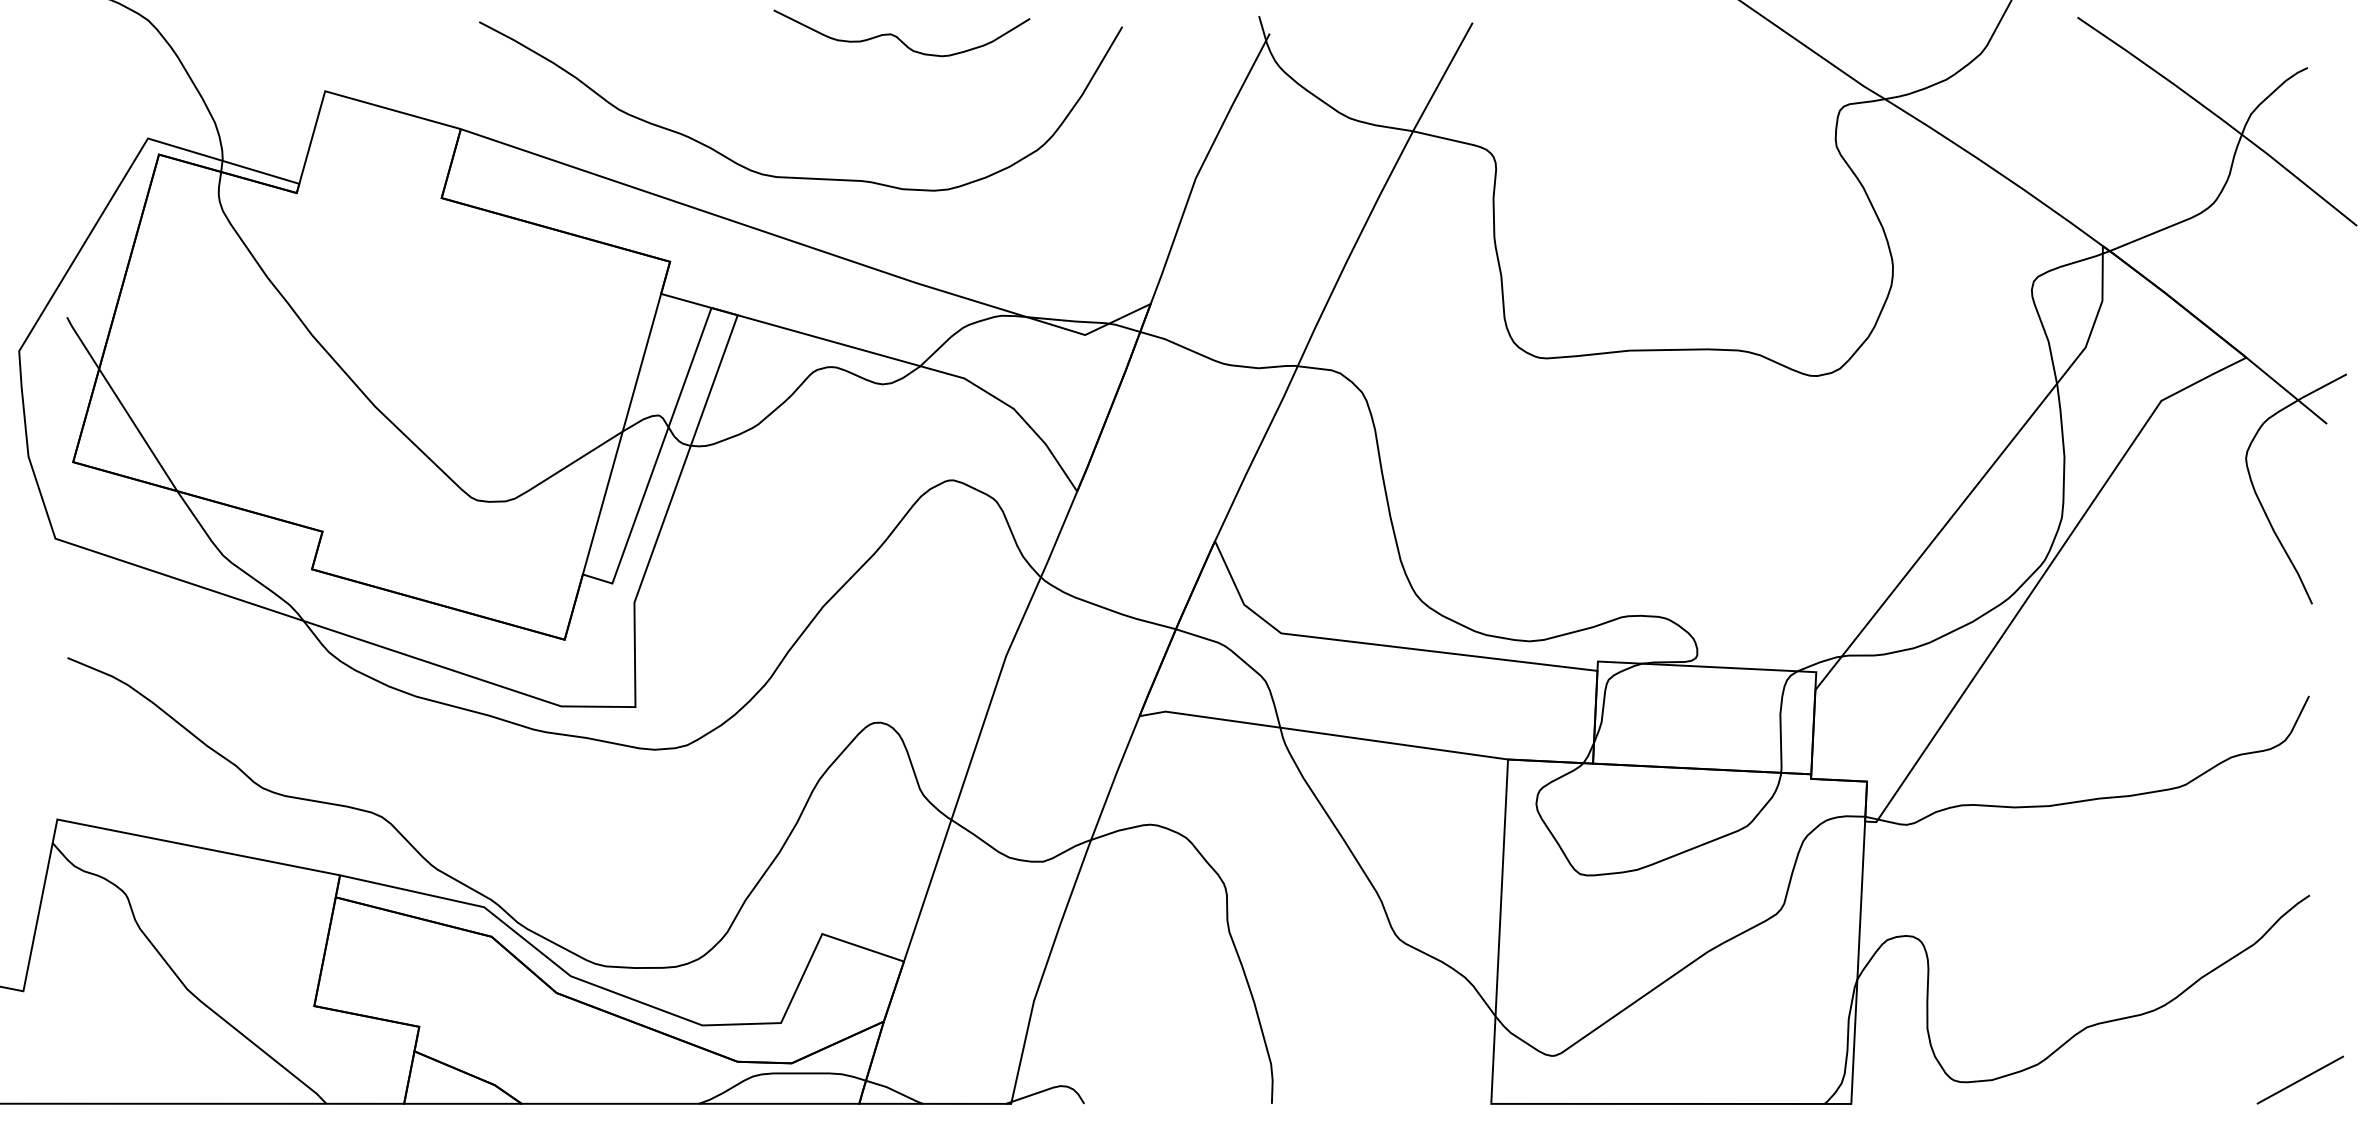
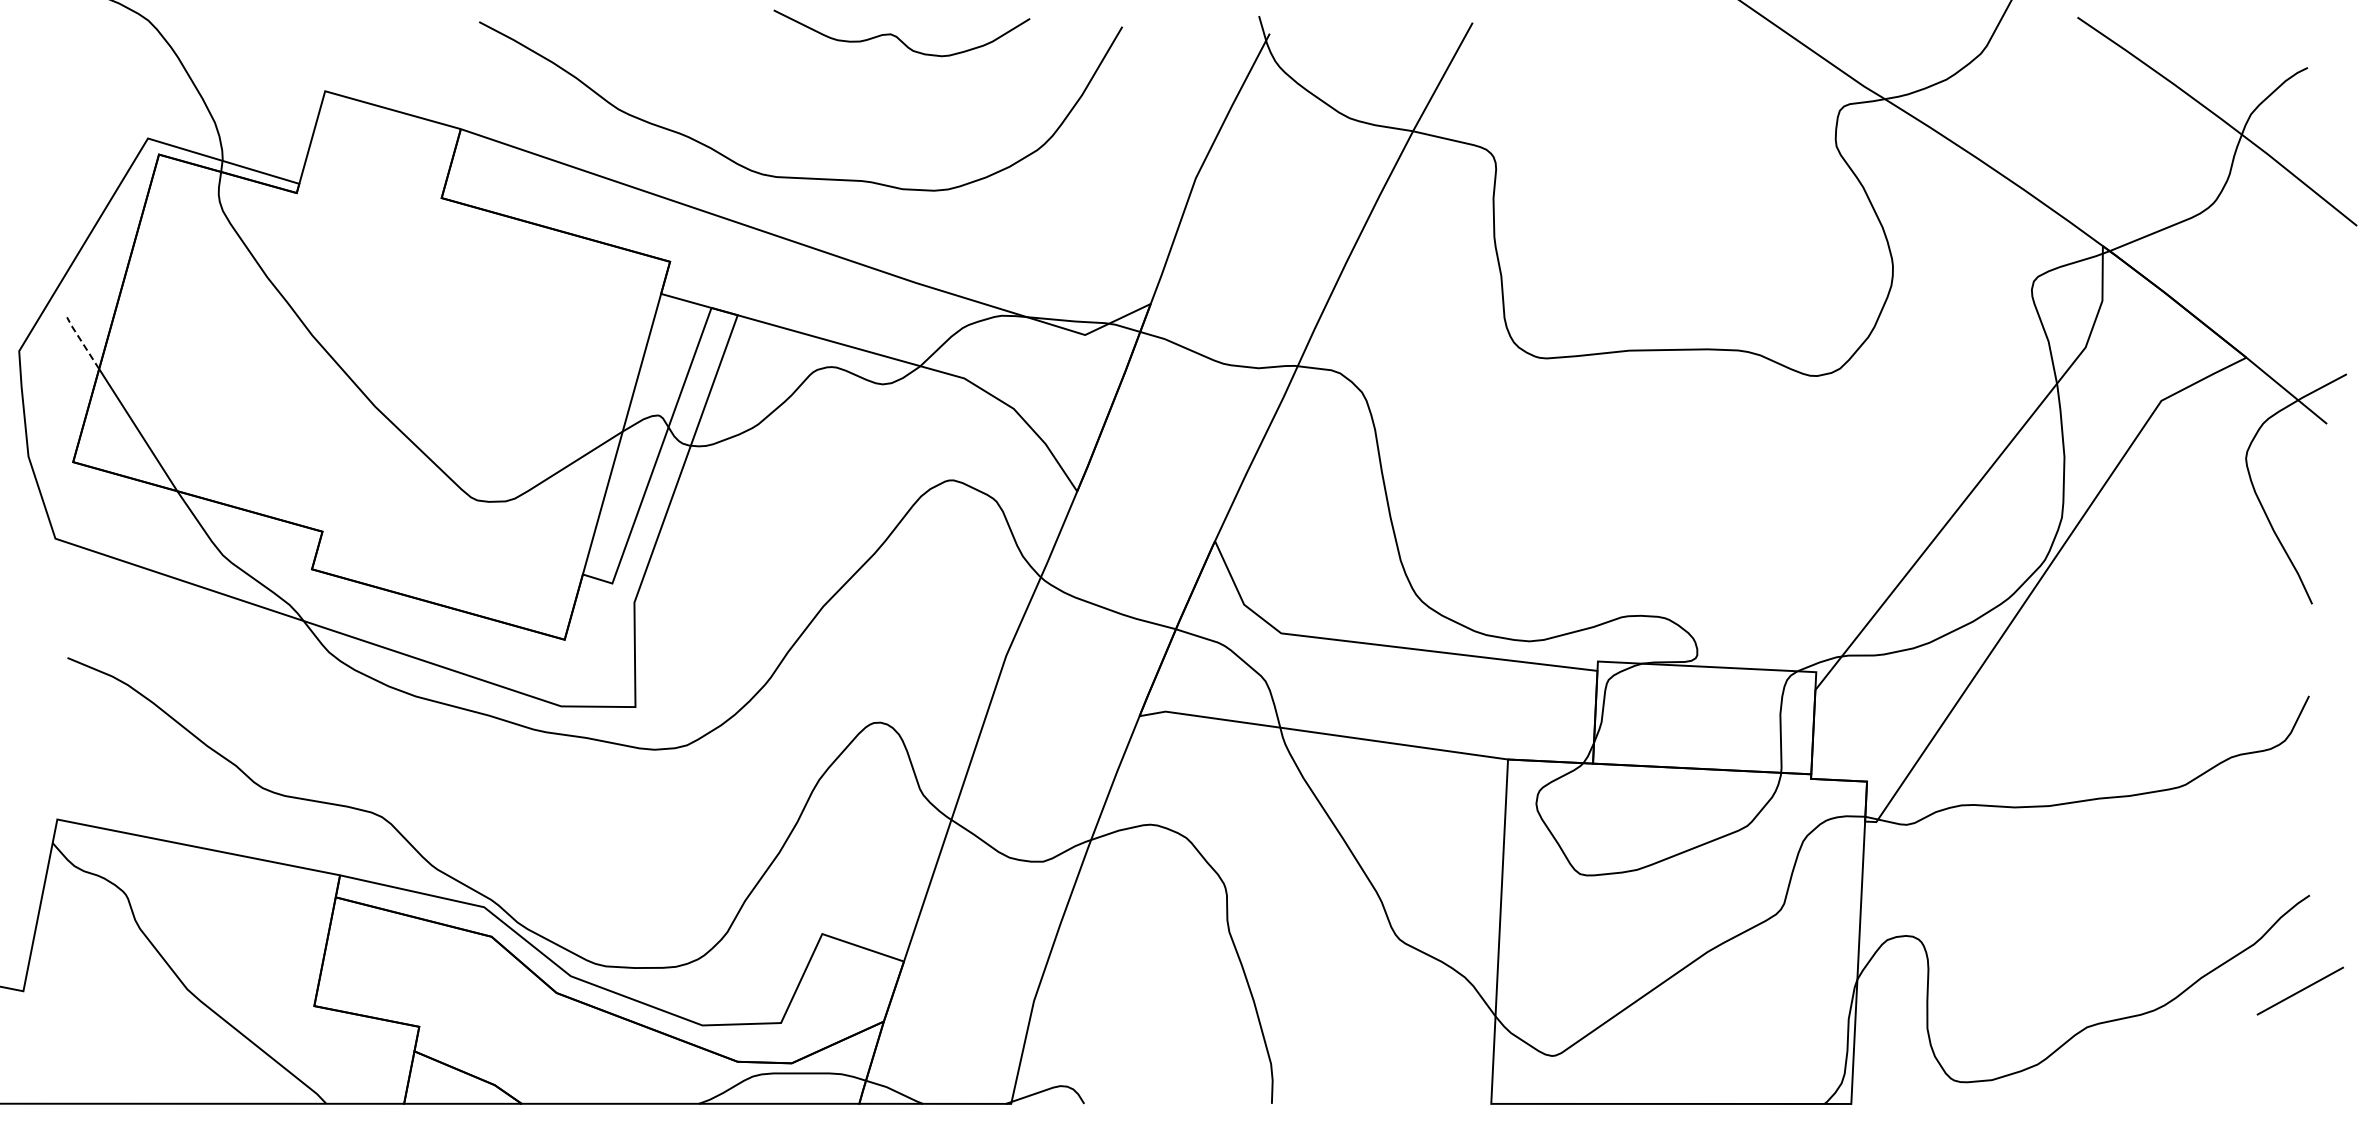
line at (82, 342): solid -> dashed
line at (2299, 1079) position: (2299, 1079) -> (2299, 990)
